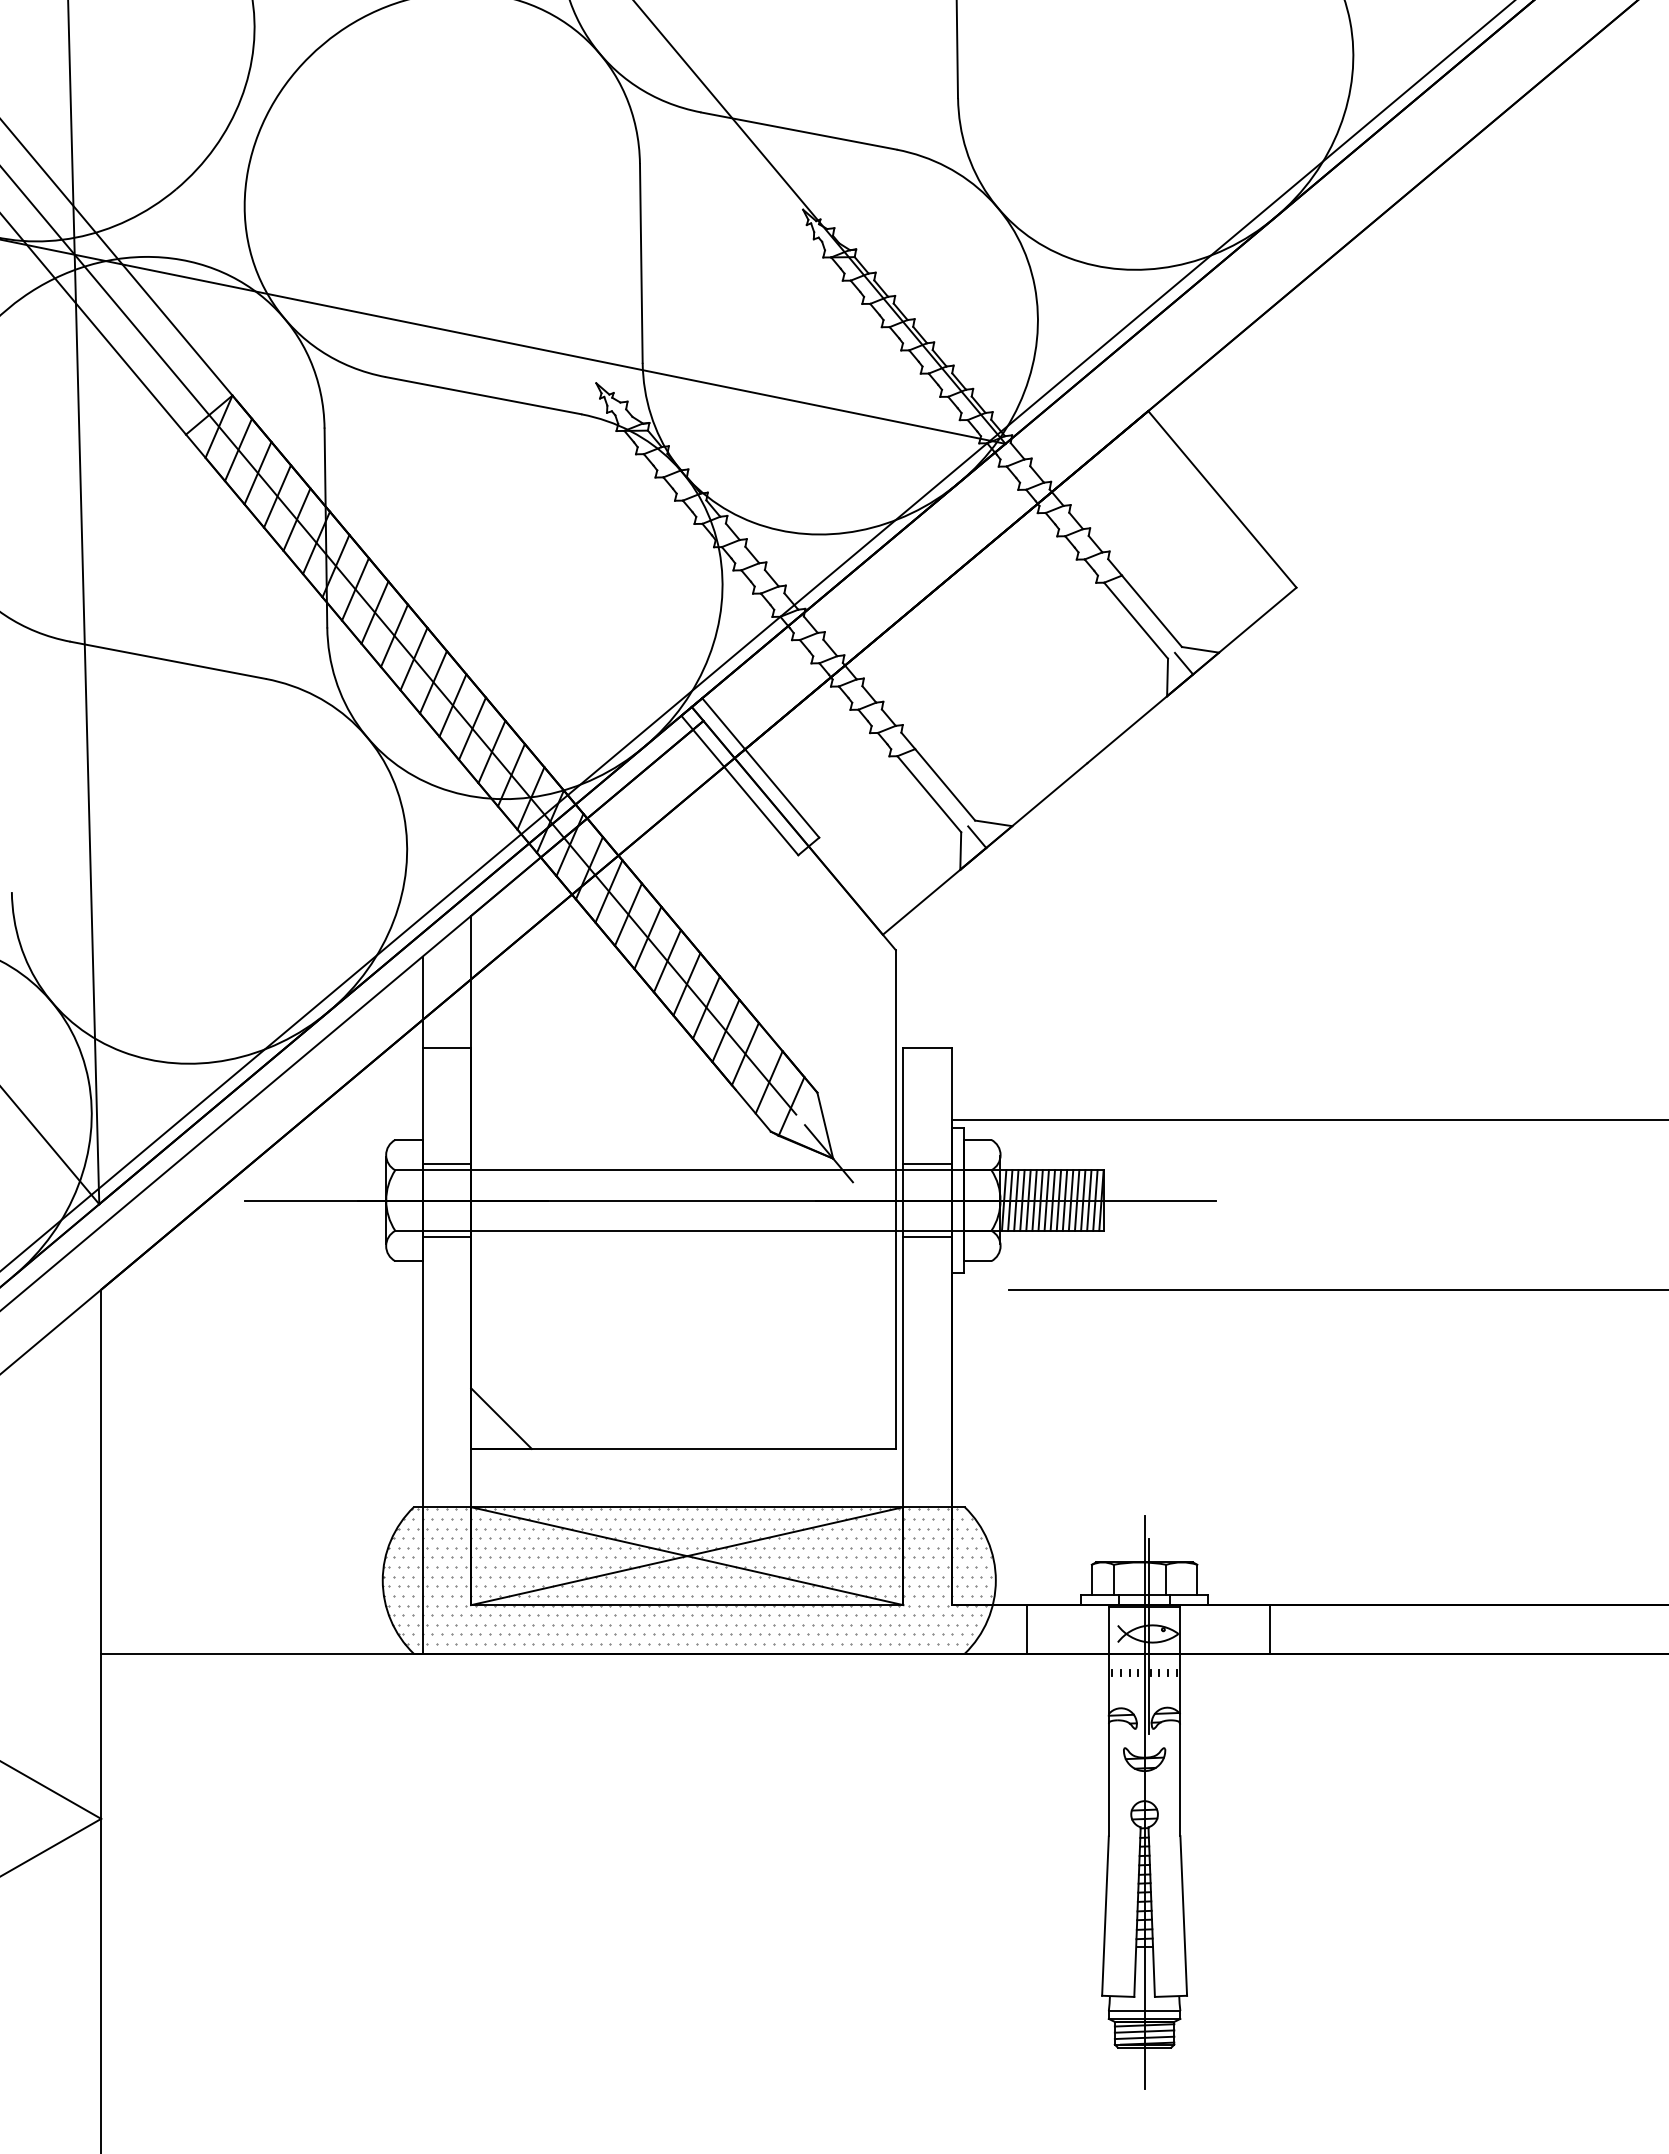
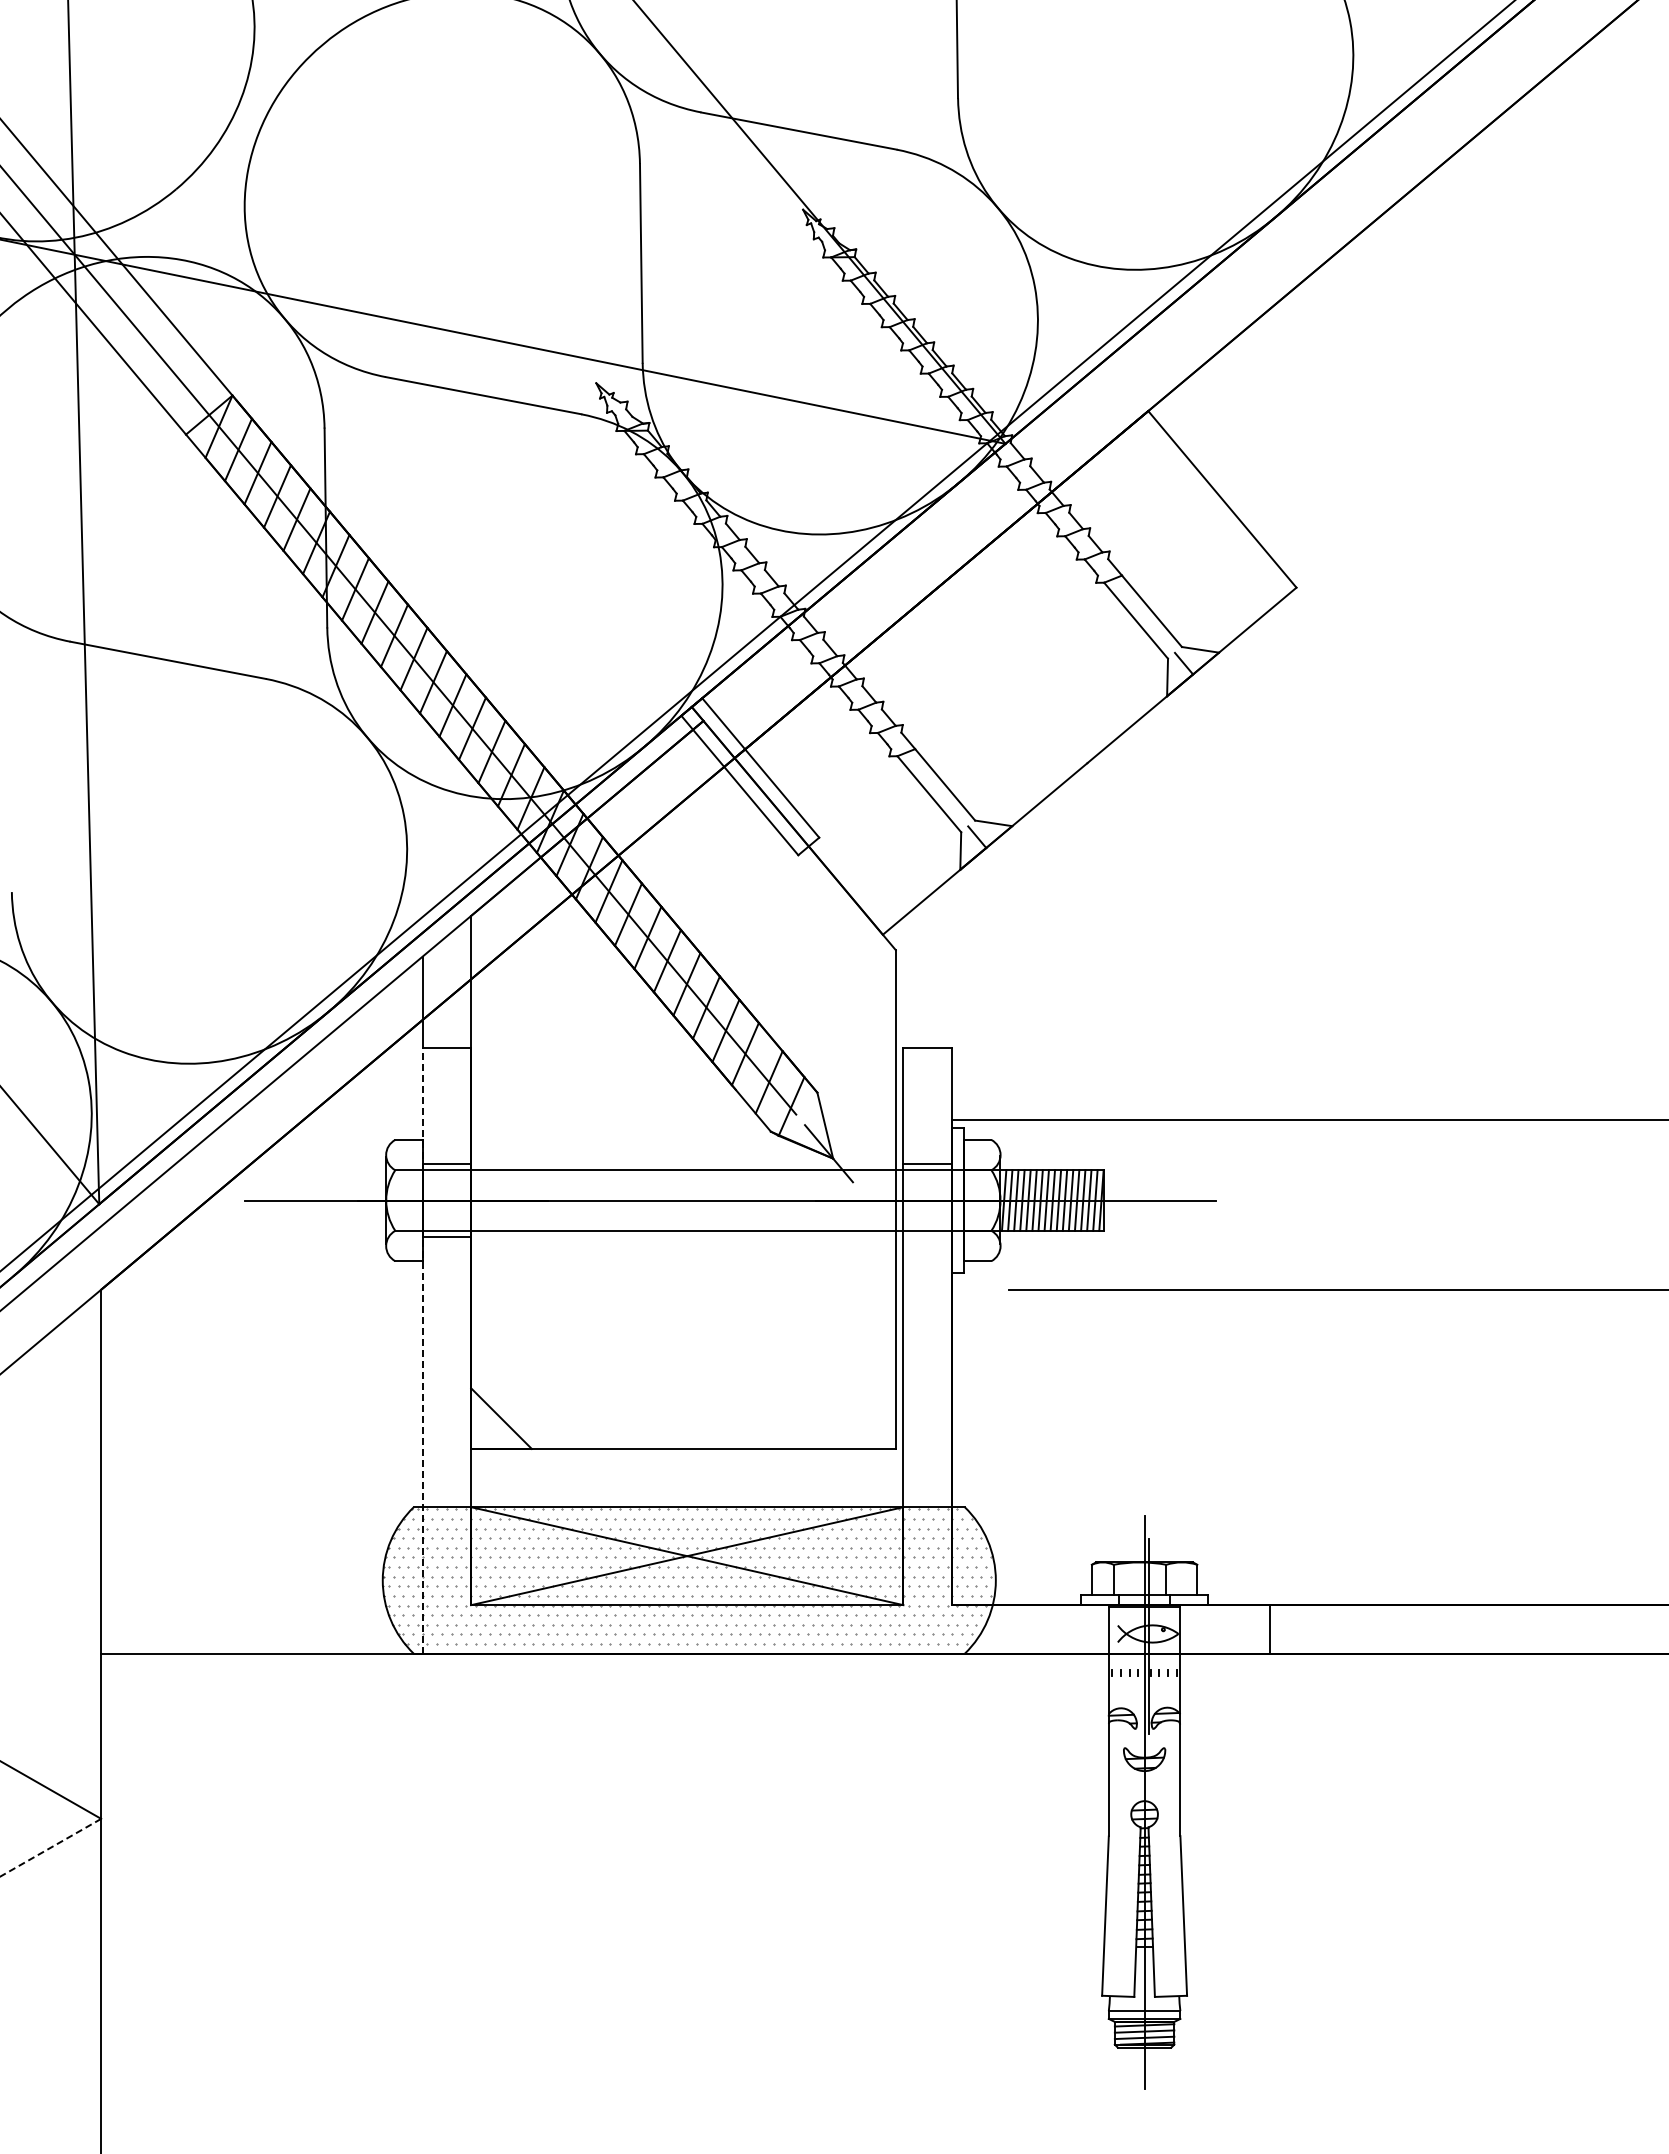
line at (927, 1237): present -> none
line at (422, 1350): solid -> dashed
line at (1027, 1629): present -> none
line at (50, 1847): solid -> dashed
